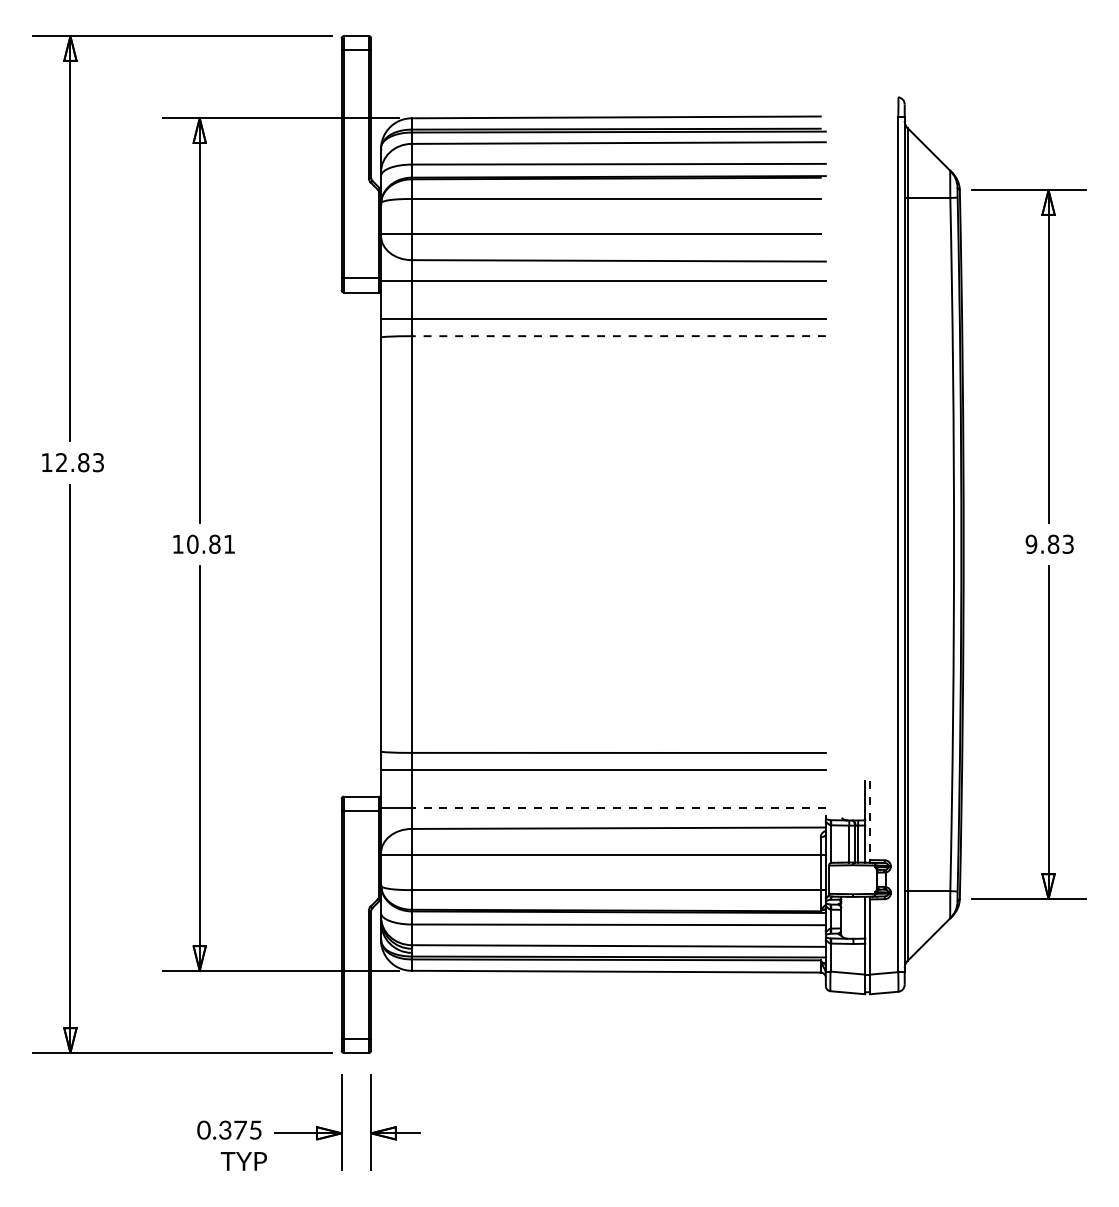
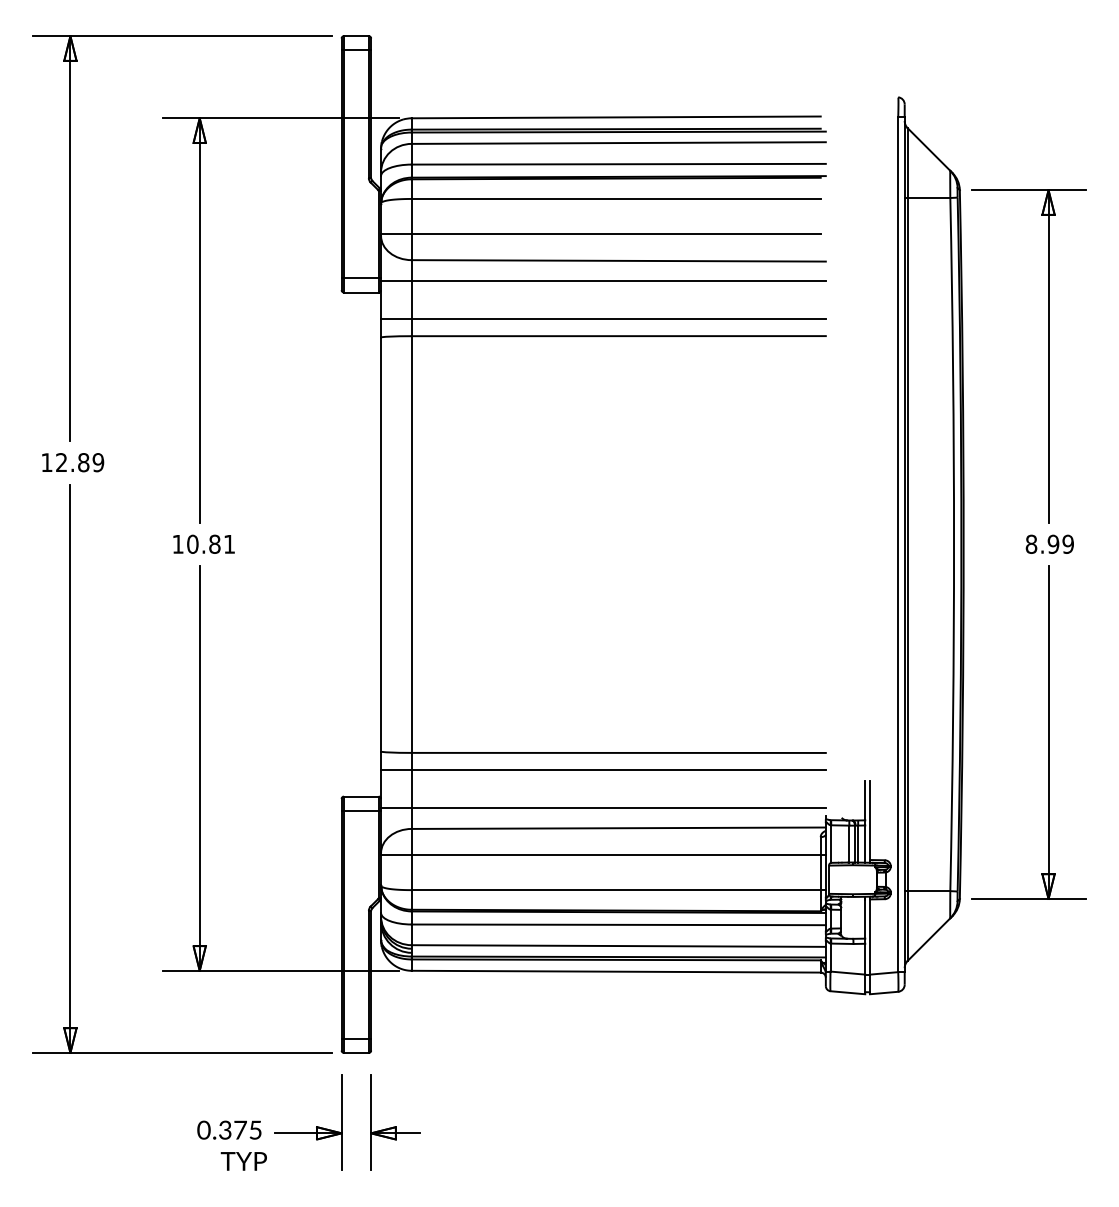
line at (618, 336): dashed -> solid
text at (98, 462): 12.83 -> 12.89
text at (1049, 543): 9.83 -> 8.99
line at (618, 807): dashed -> solid
line at (870, 821): dashed -> solid
